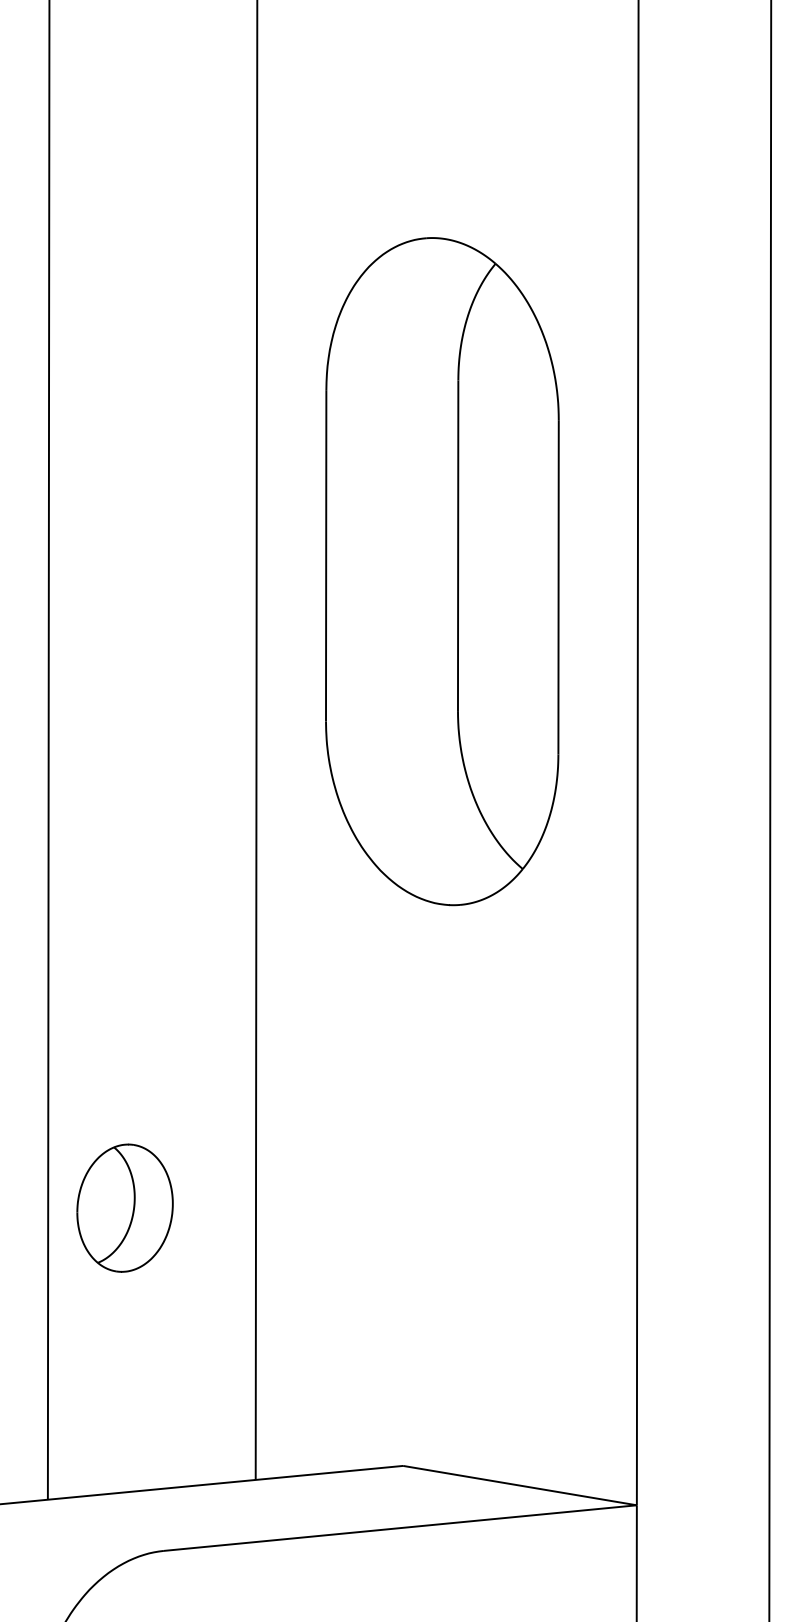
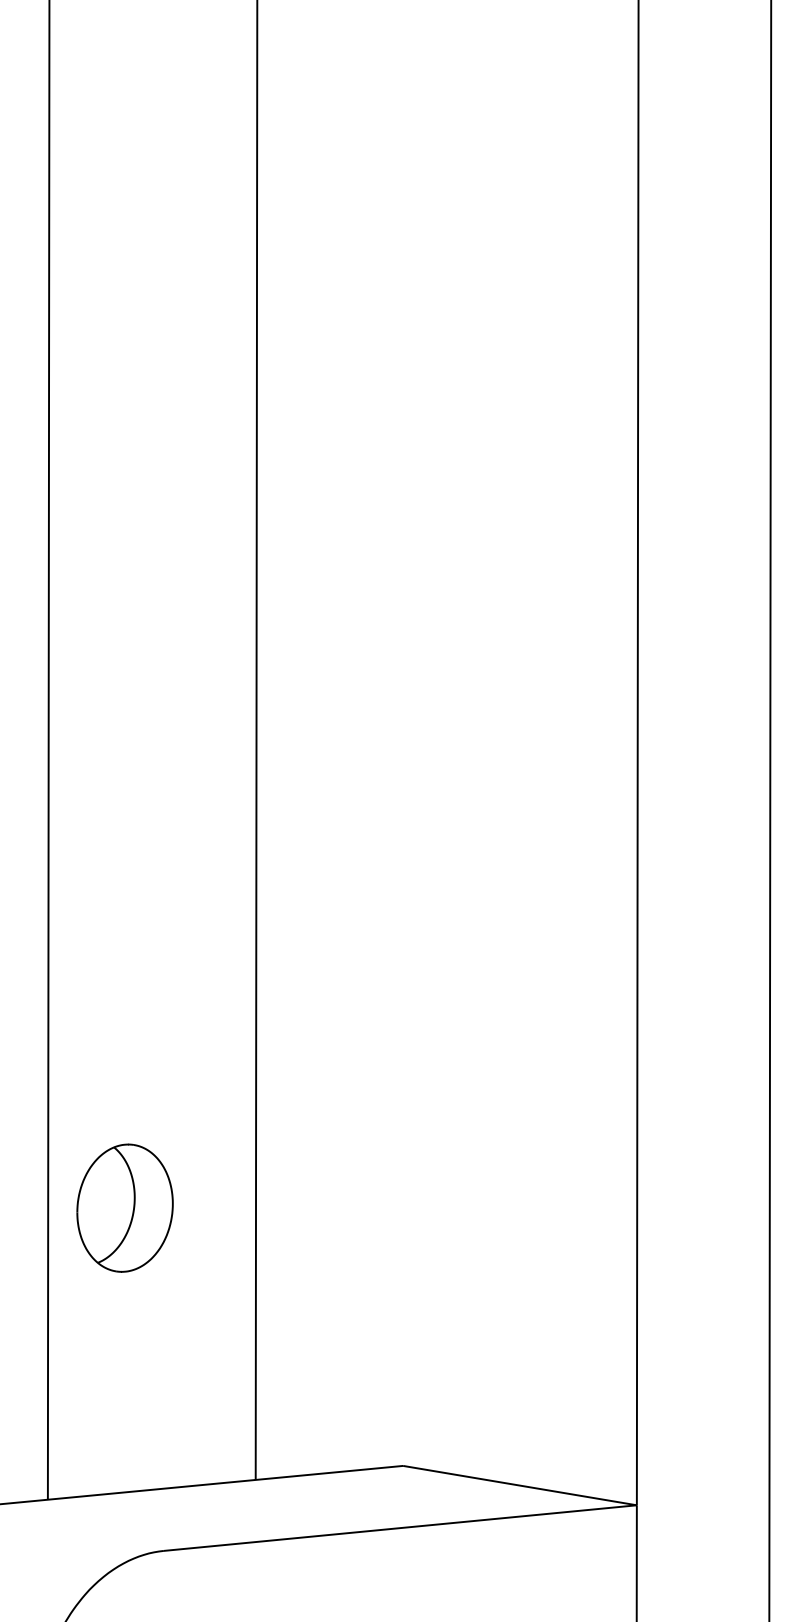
part at (442, 571): present -> none
